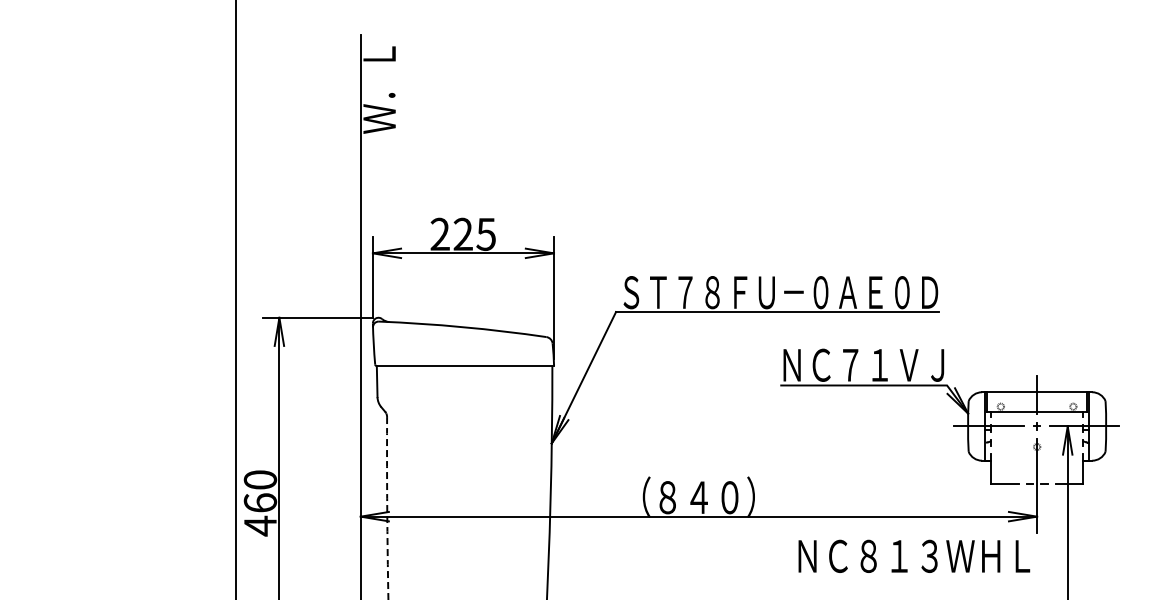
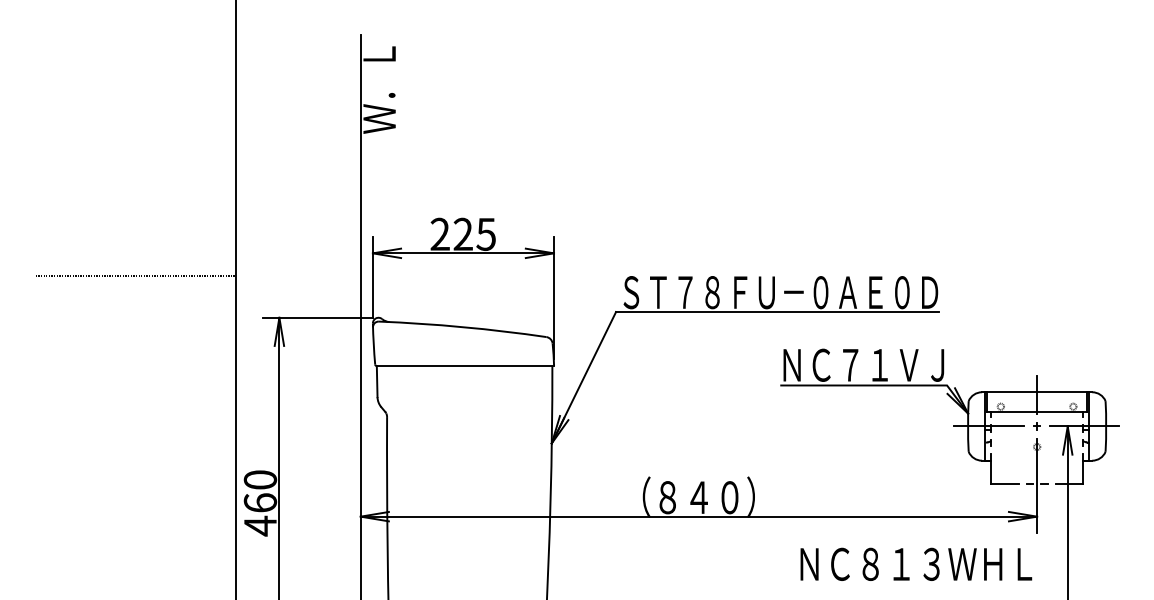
line at (134, 275): none -> present
arc at (387, 508): dashed -> solid
text at (914, 555) position: (914, 555) -> (916, 563)
